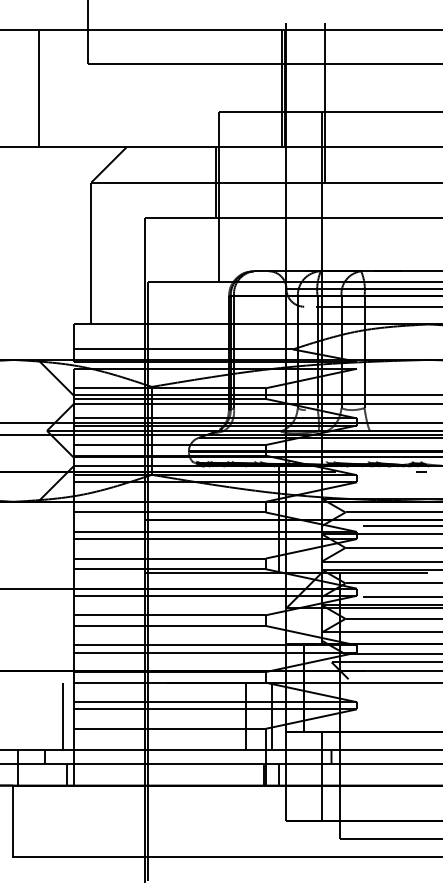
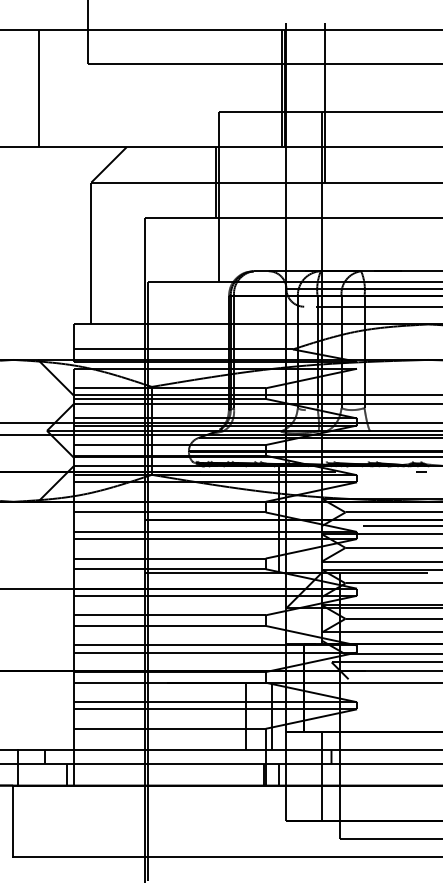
line at (401, 597): present -> none
line at (63, 716): present -> none
